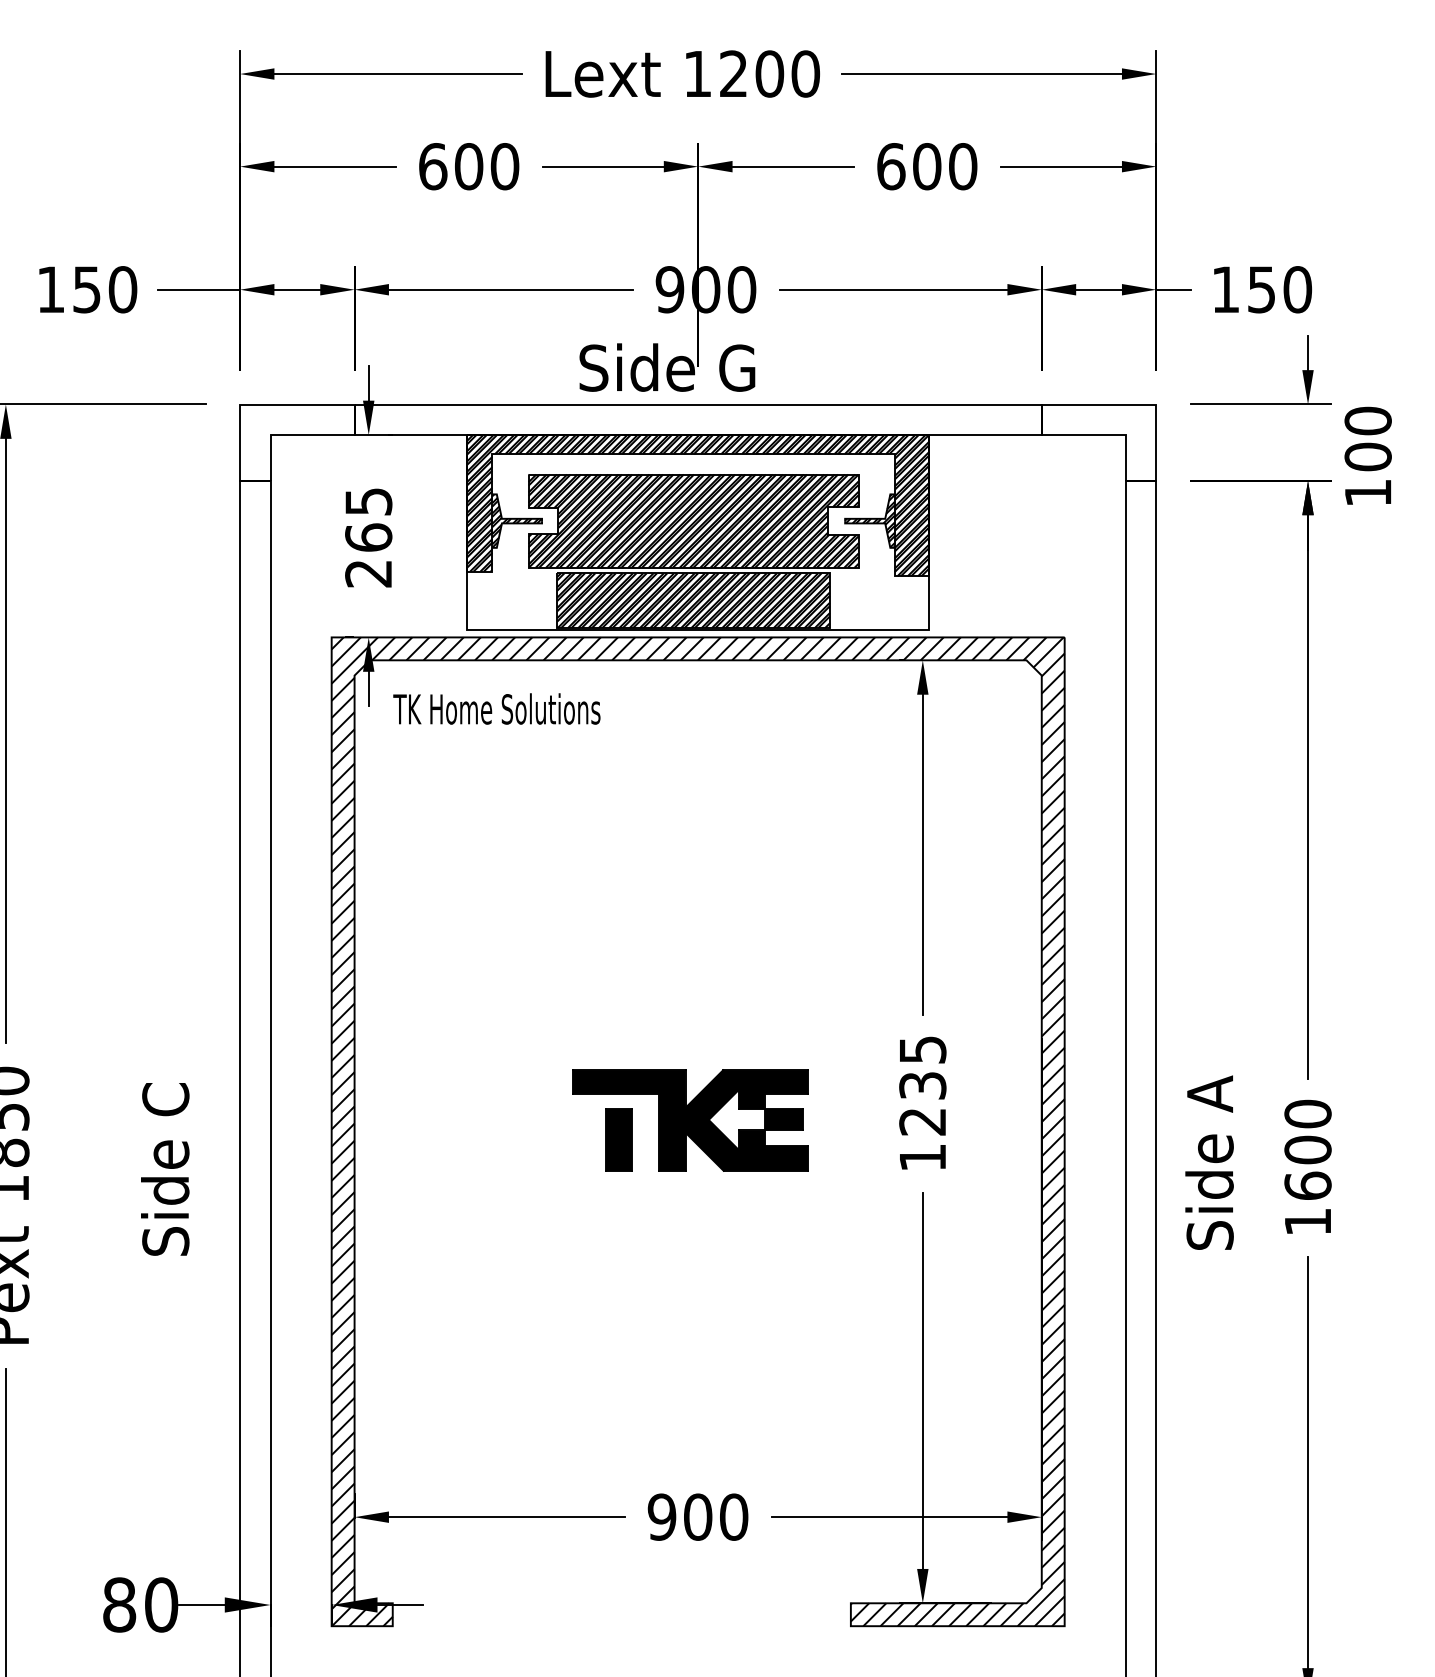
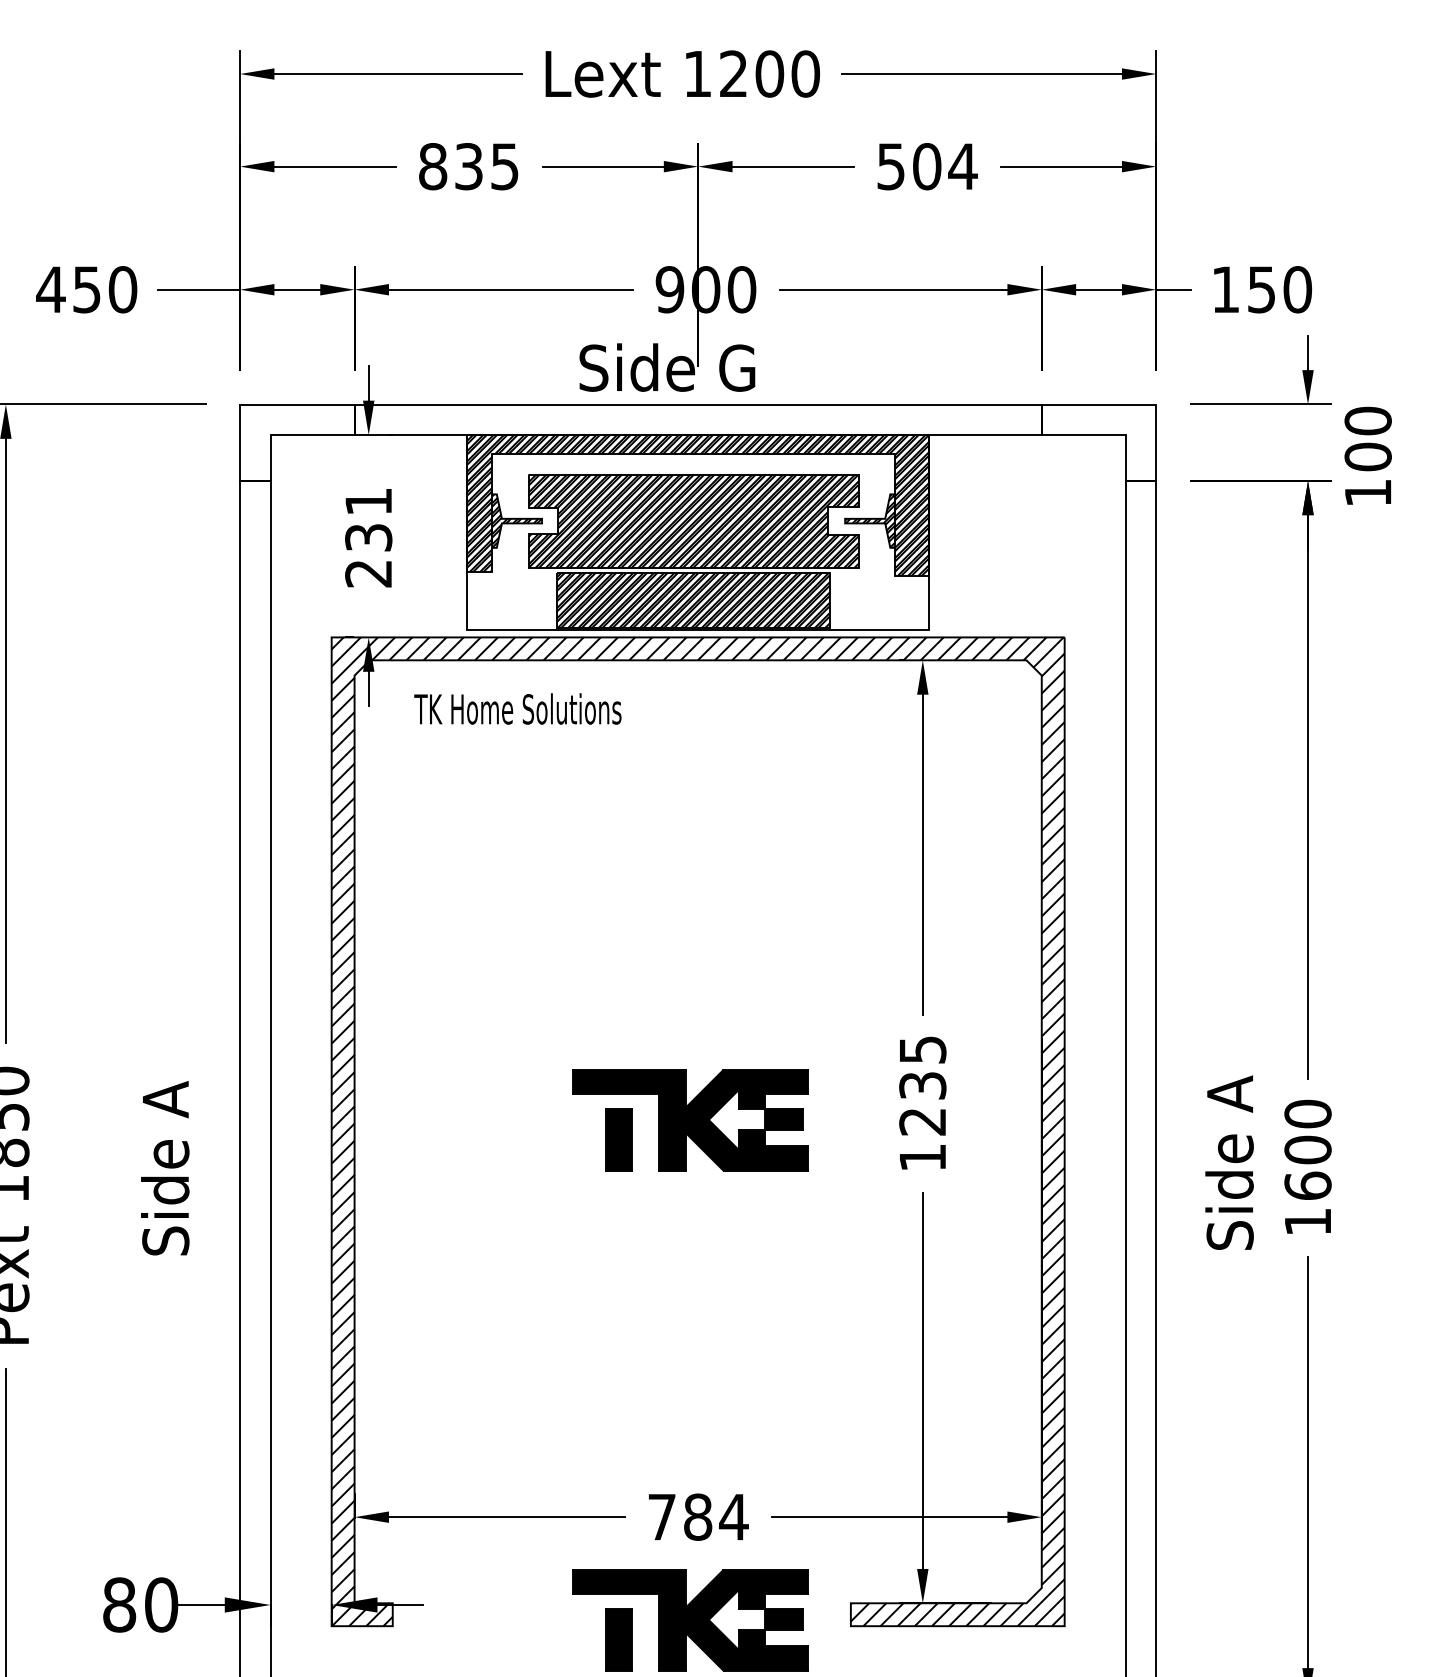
text at (469, 166): 600 -> 835
text at (927, 166): 600 -> 504
text at (50, 289): 150 -> 450
text at (368, 519): 265 -> 231
text at (496, 708) position: (496, 708) -> (517, 708)
text at (1209, 1162) position: (1209, 1162) -> (1229, 1162)
text at (165, 1168): Side C -> Side A
text at (697, 1516): 900 -> 784
part at (690, 1620): none -> present
